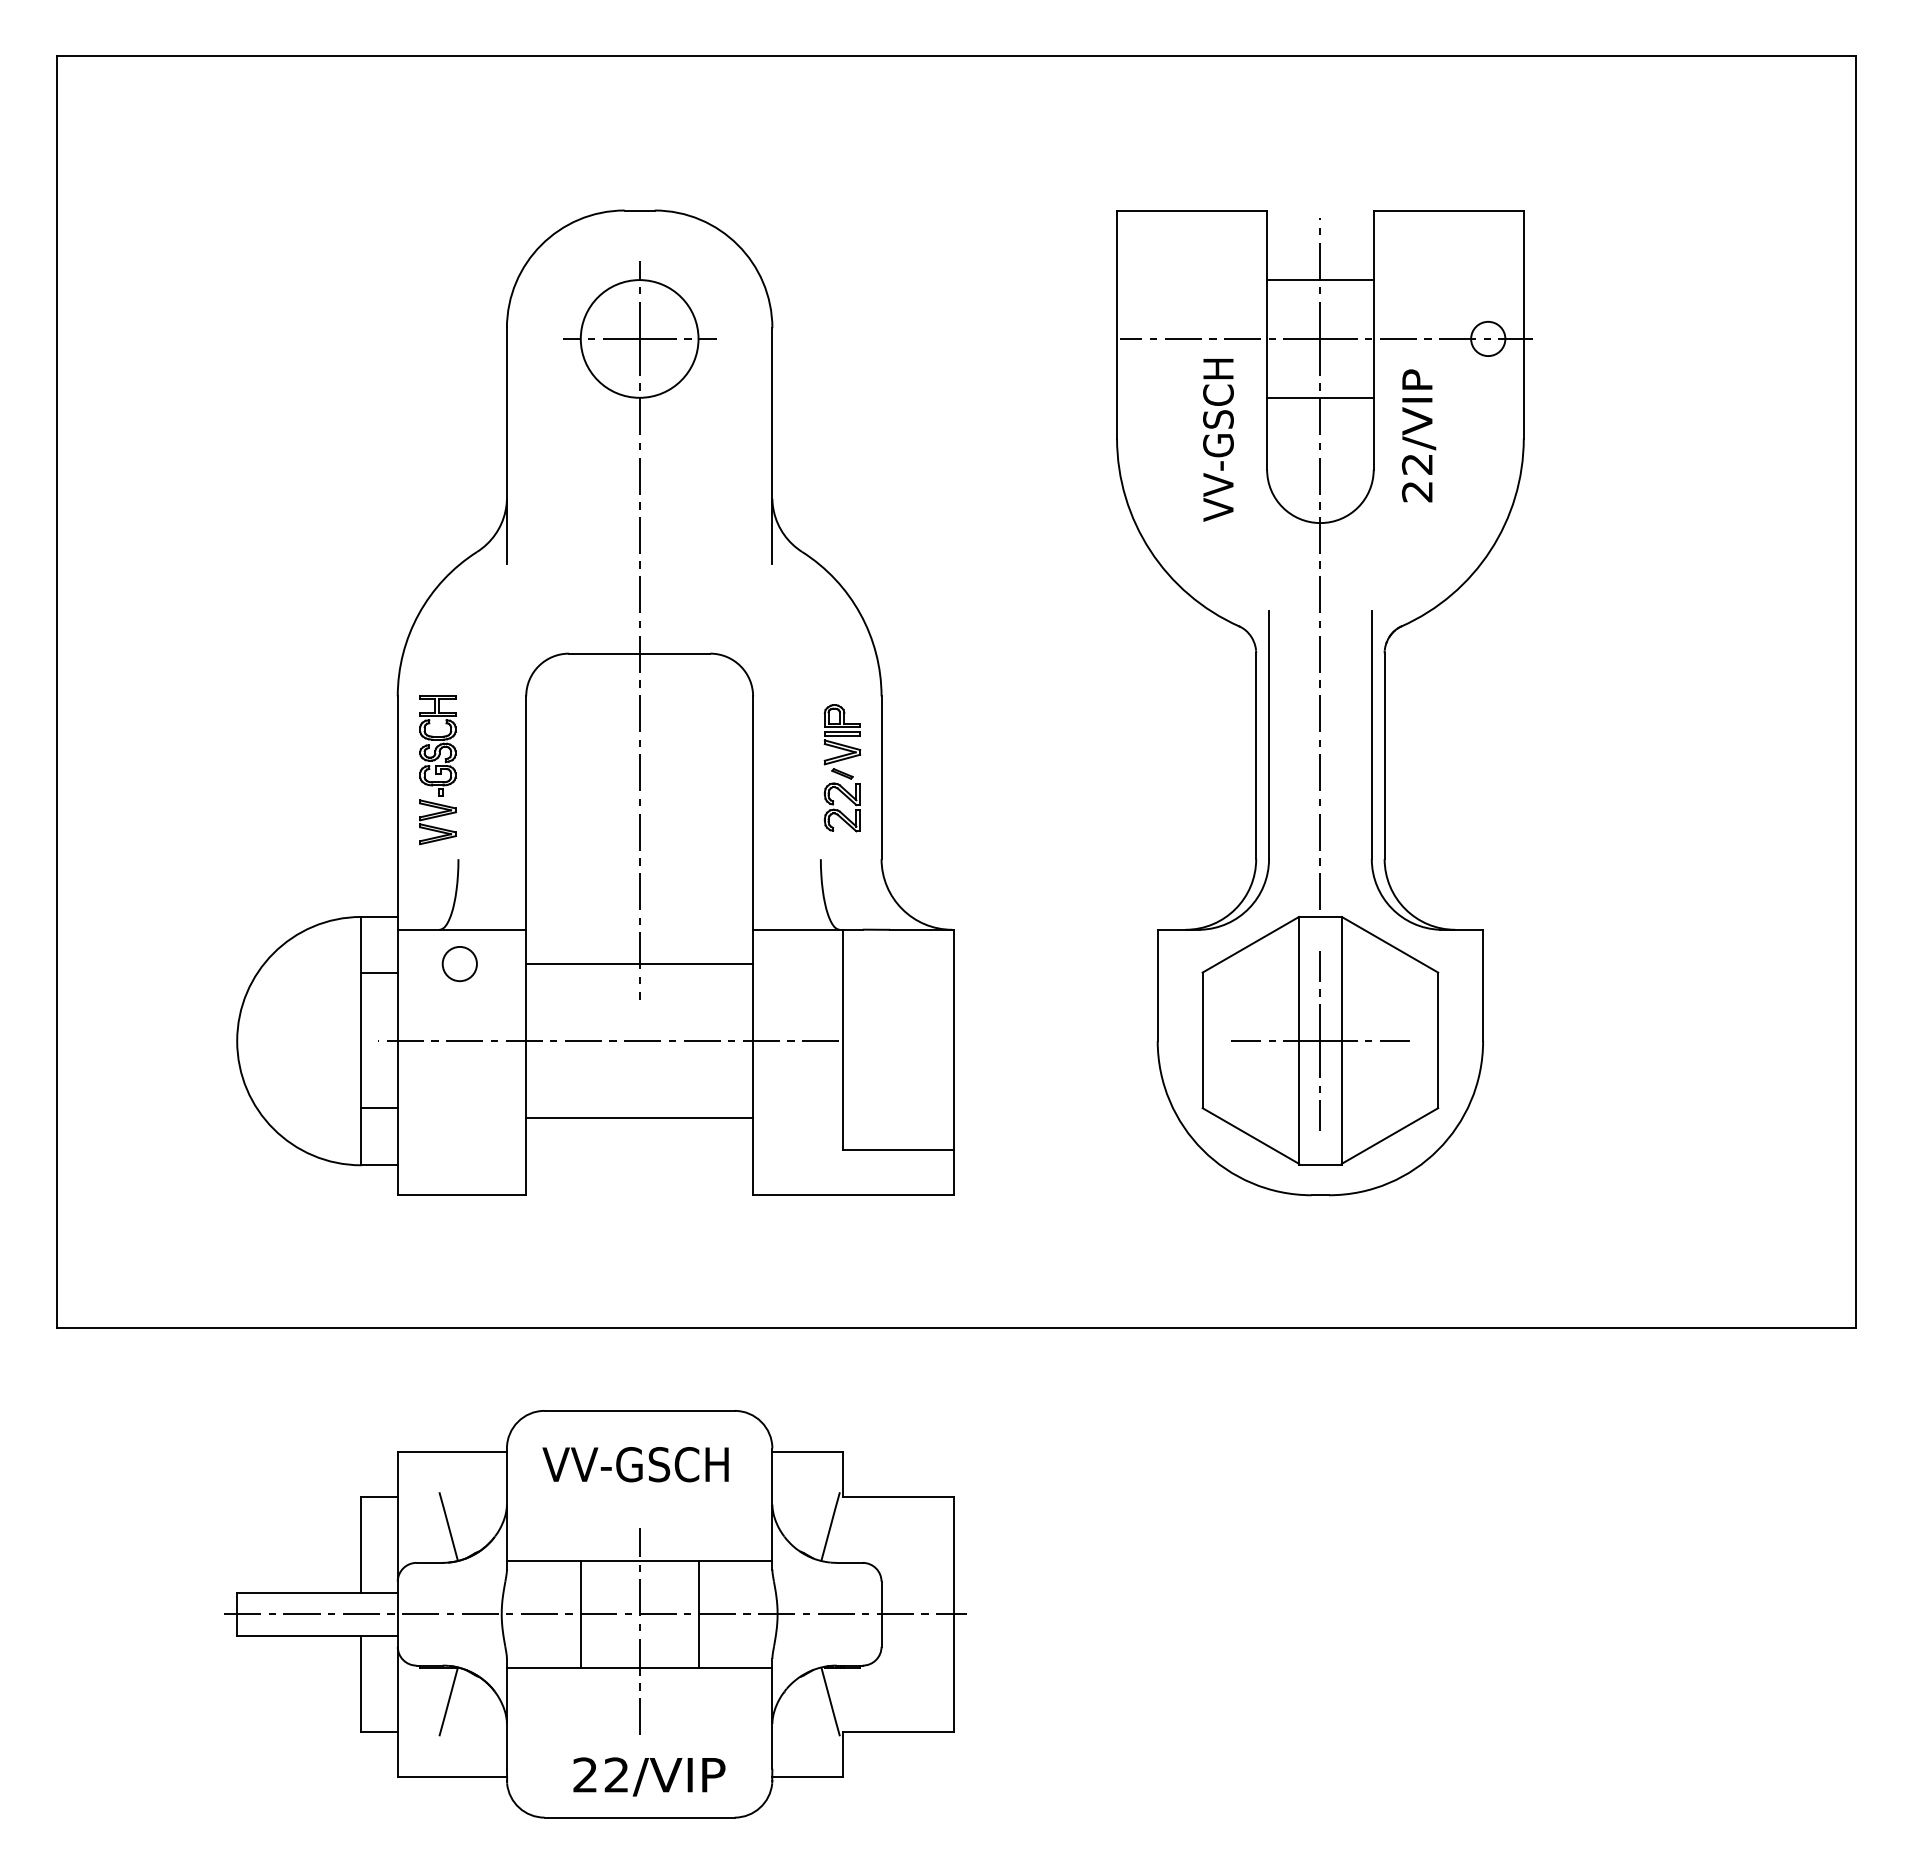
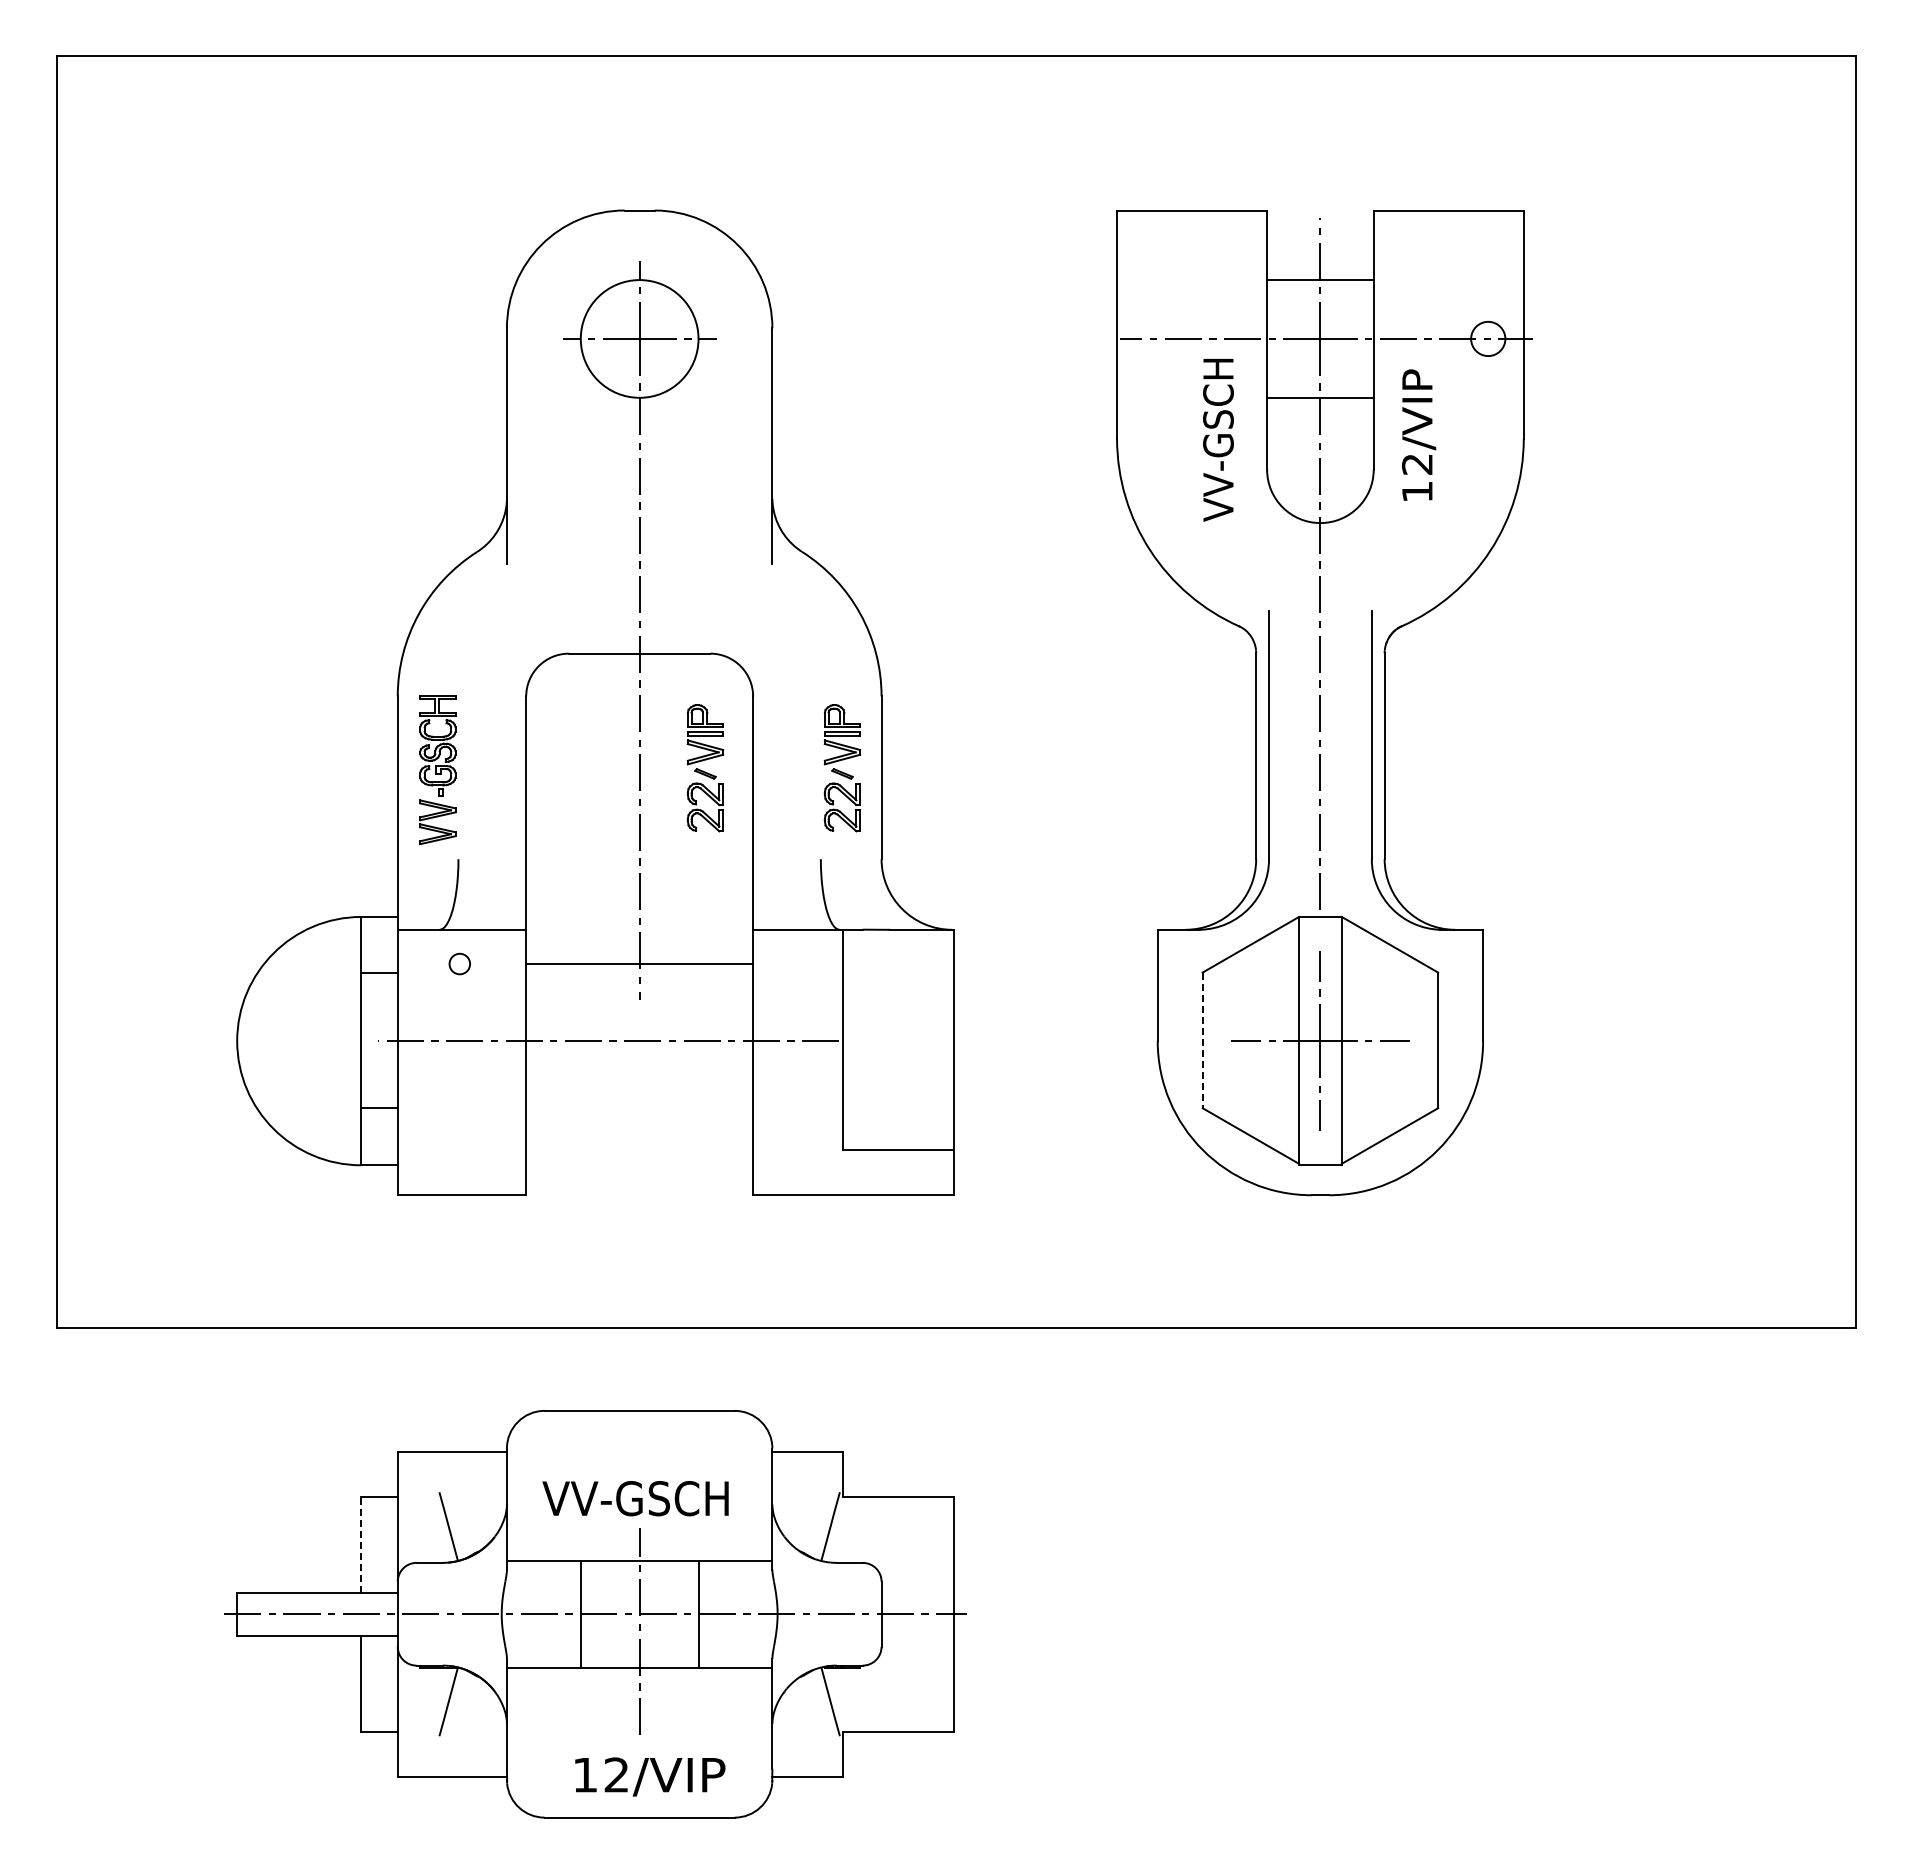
text at (1416, 492): 22/VIP -> 12/VIP
part at (705, 768): none -> present
circle at (459, 963) diameter: 34 px -> 21 px
line at (1202, 1040): solid -> dashed
line at (639, 1118): present -> none
text at (635, 1464) position: (635, 1464) -> (635, 1498)
line at (361, 1544): solid -> dashed
text at (584, 1774): 22/VIP -> 12/VIP
